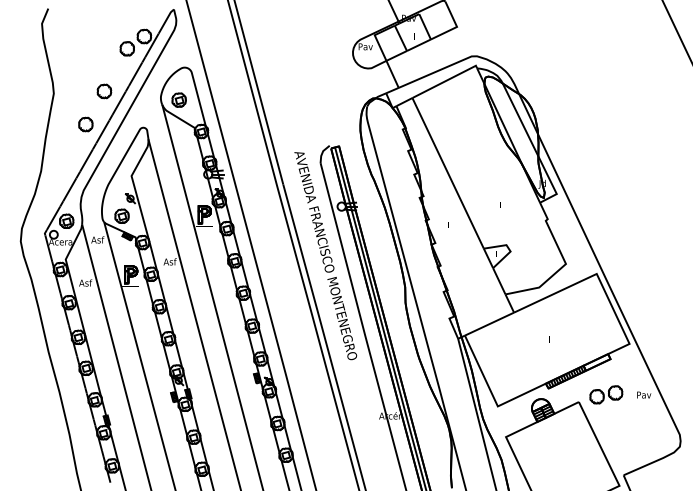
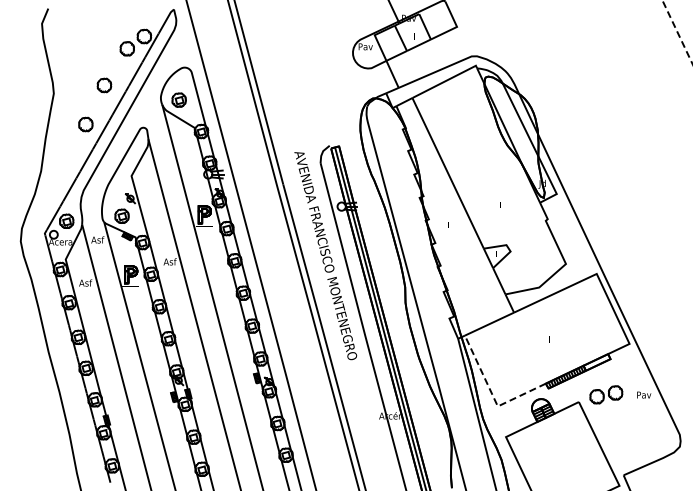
line at (677, 32): solid -> dashed
part at (104, 91) position: (104, 91) -> (104, 85)
line at (492, 395): solid -> dashed
